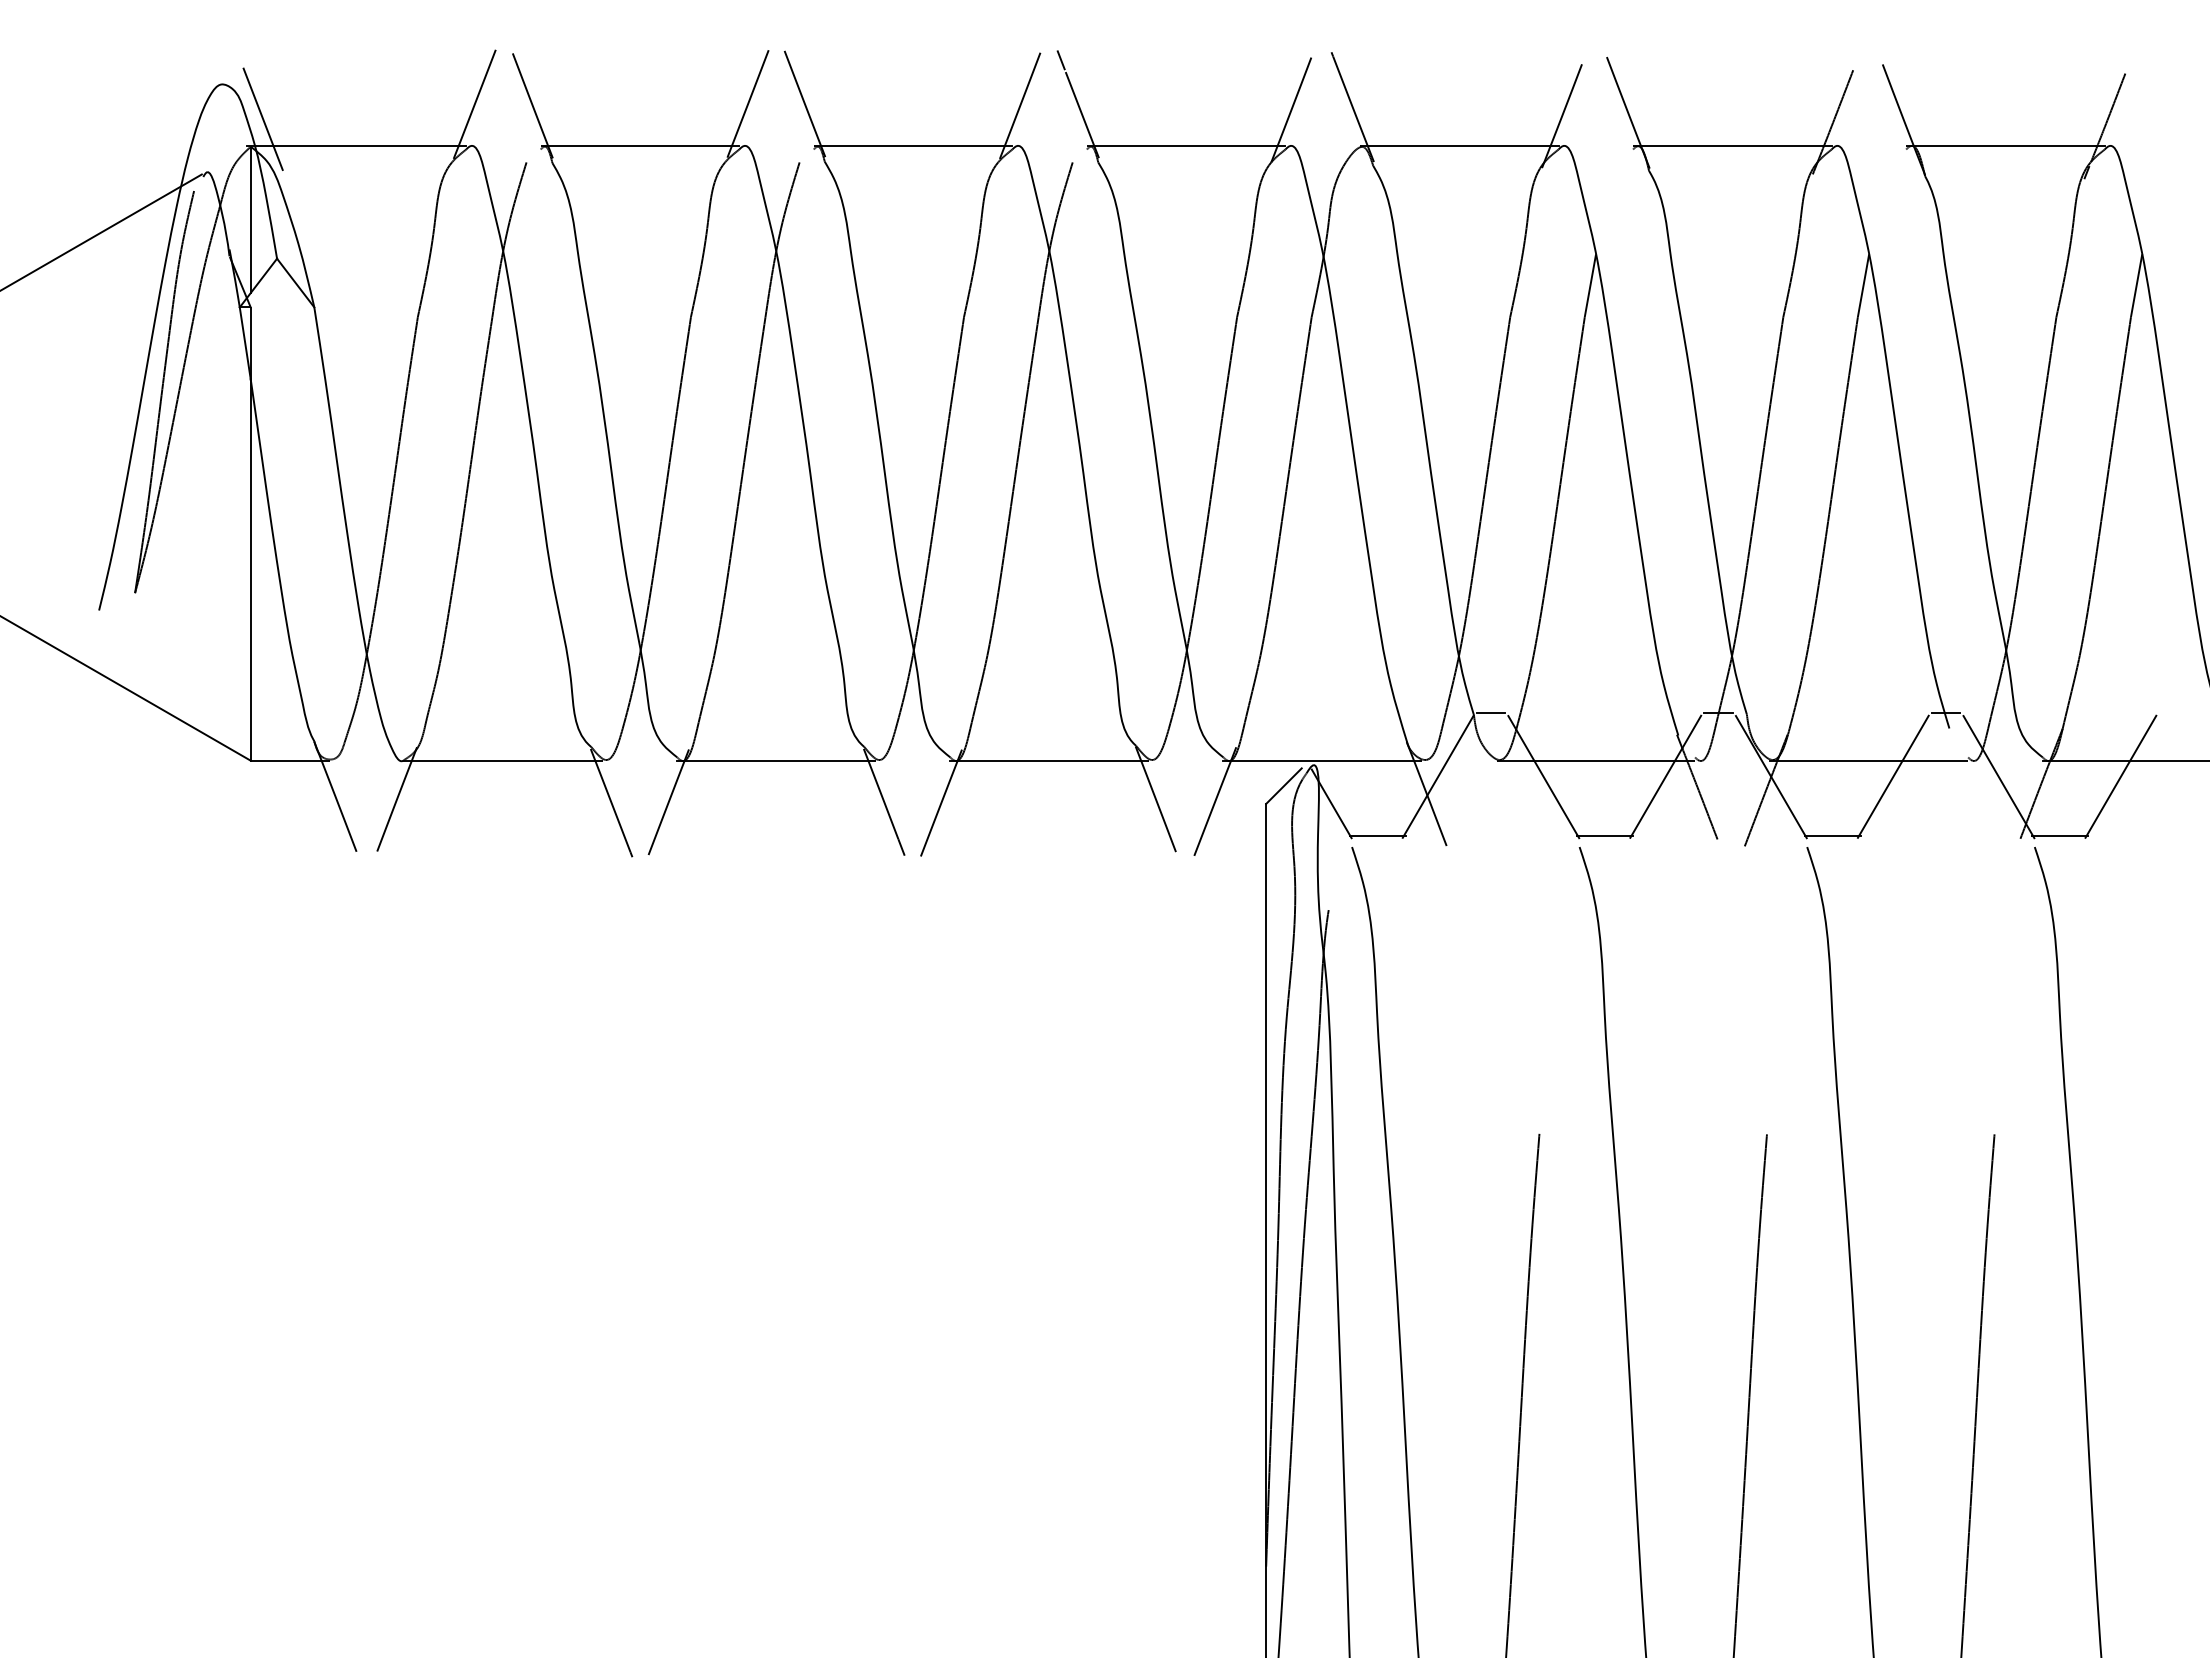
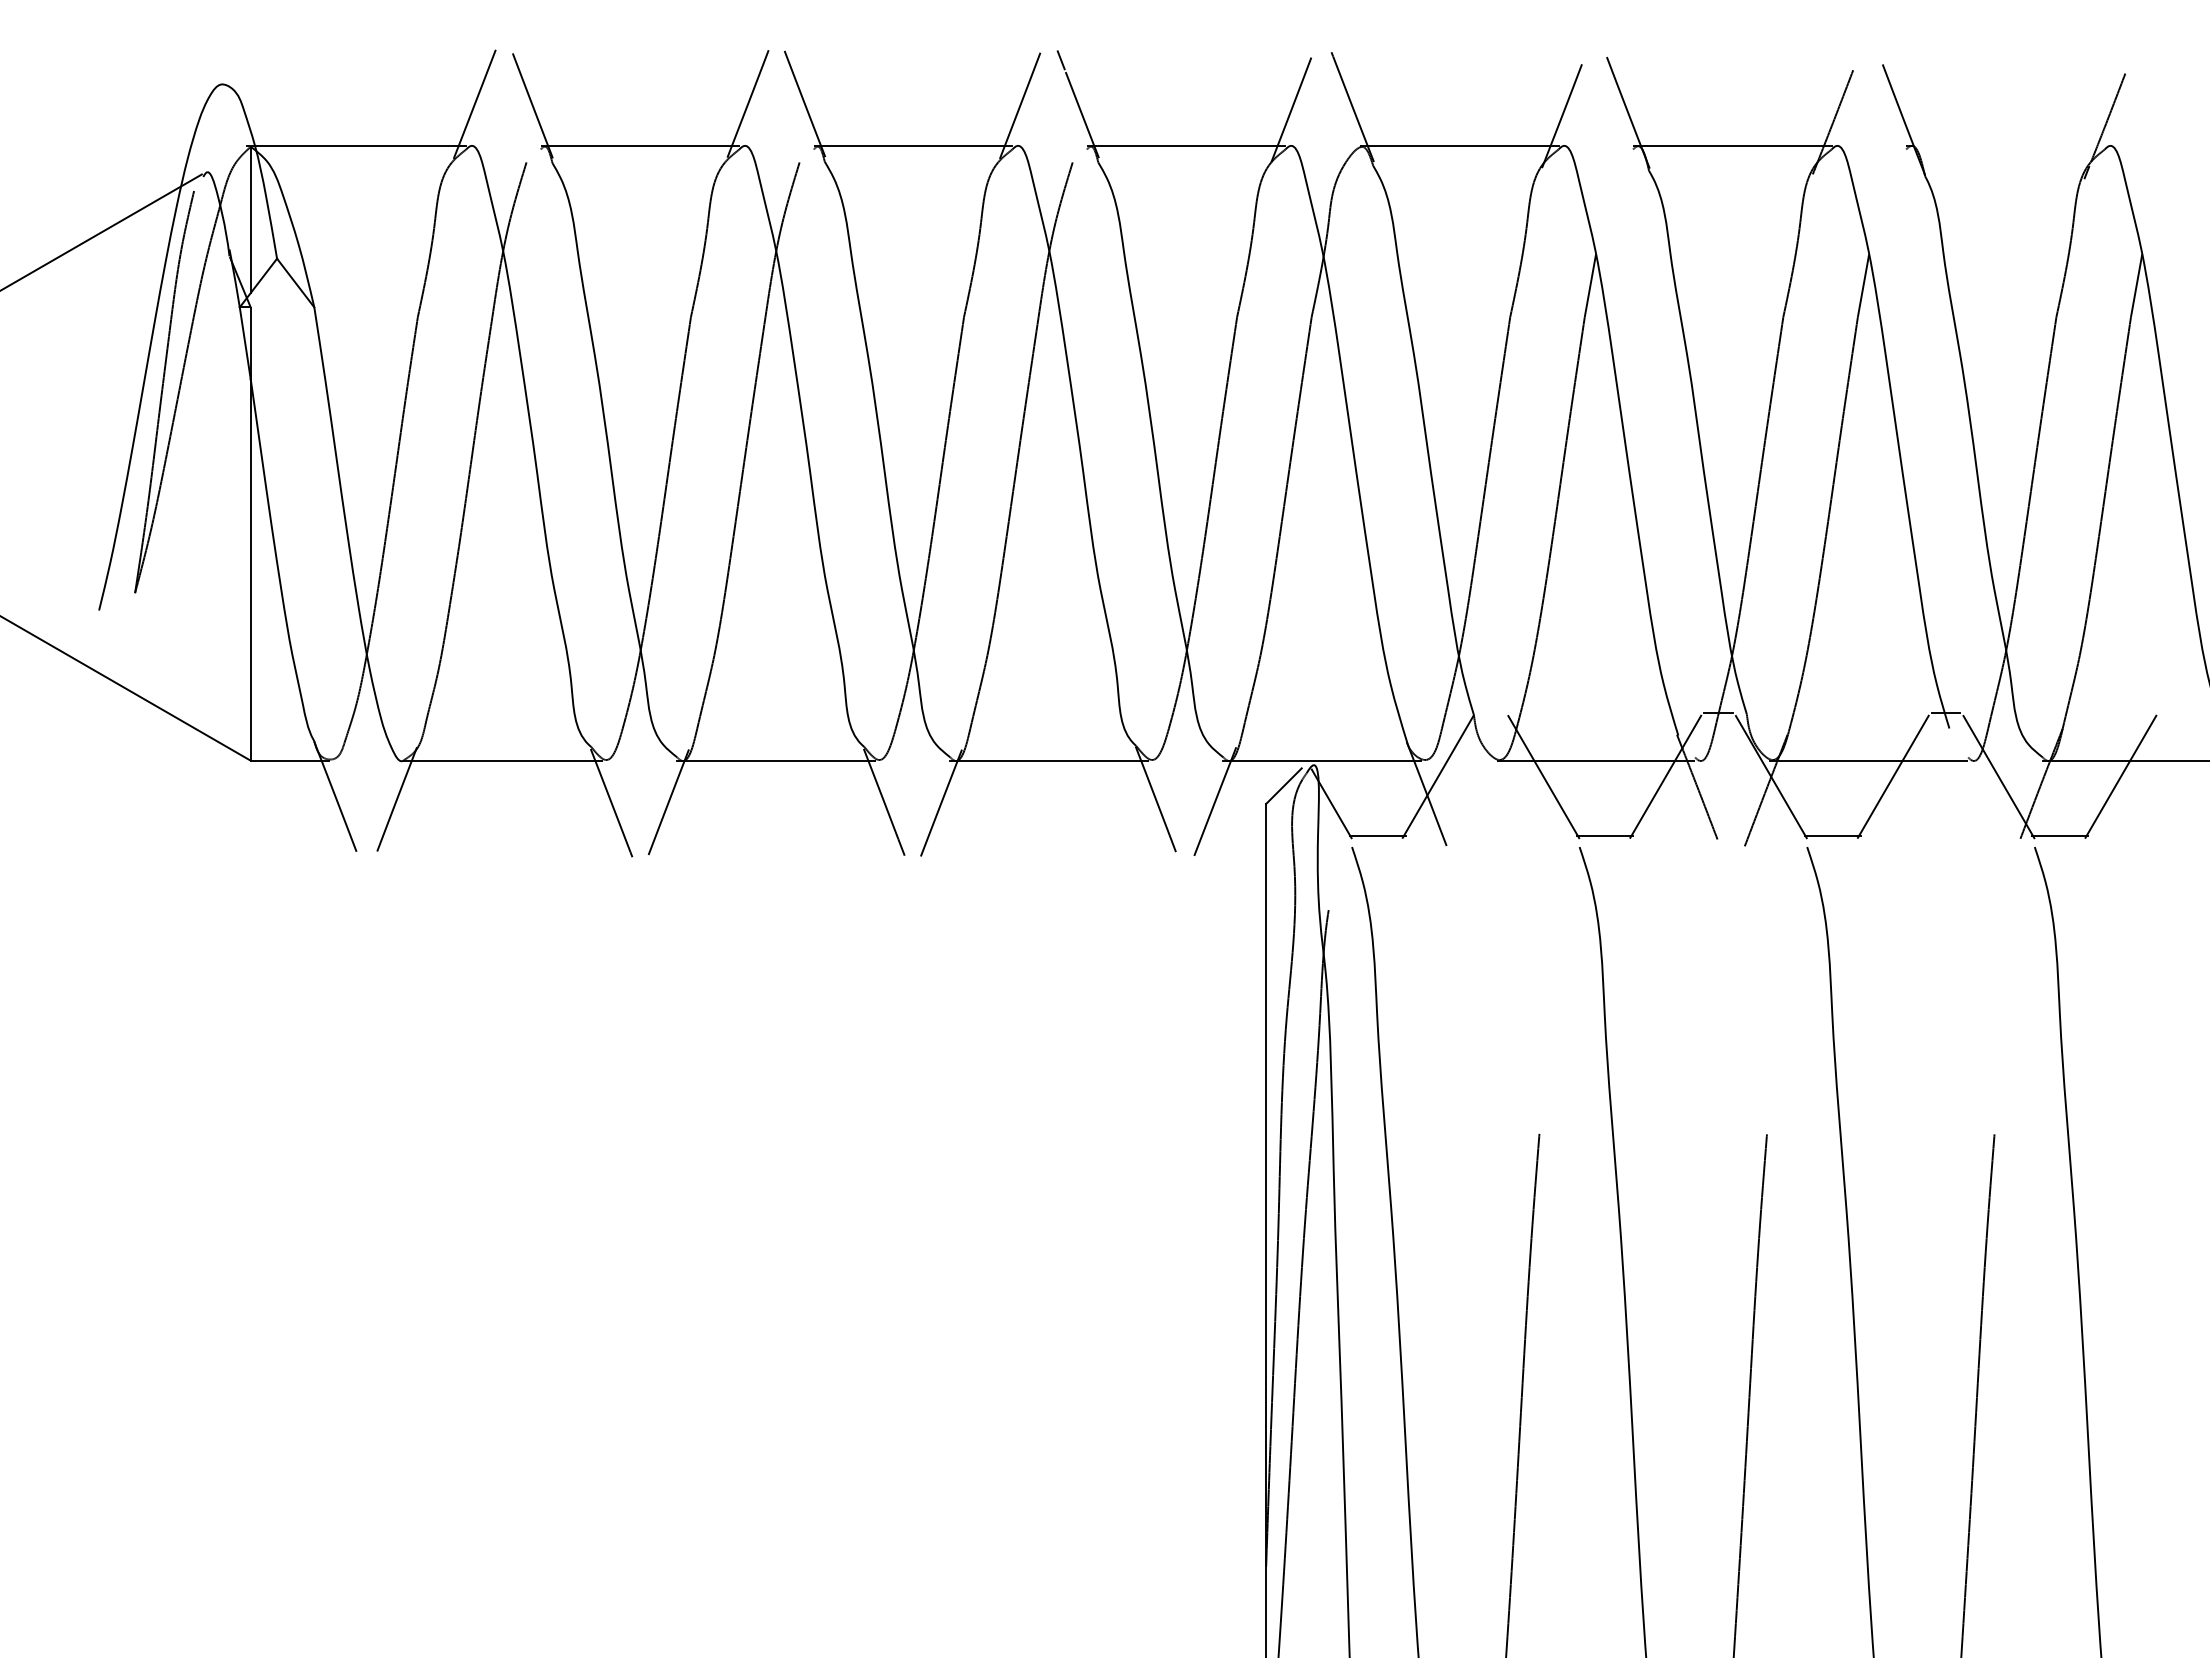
line at (262, 119): present -> none
line at (2008, 146): present -> none
line at (1490, 712): present -> none
